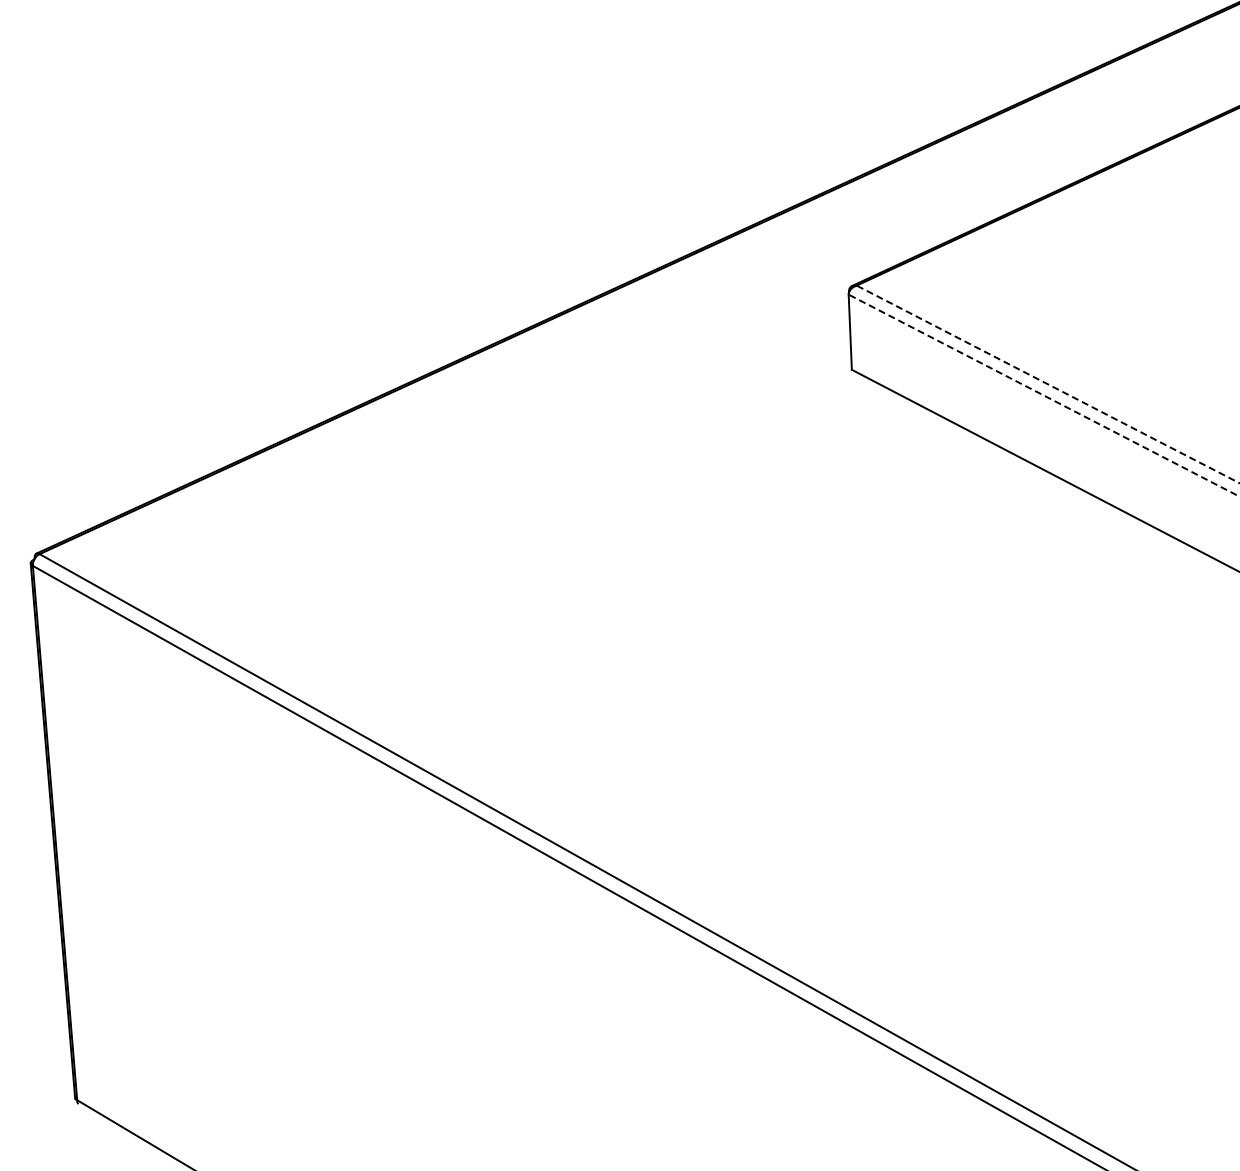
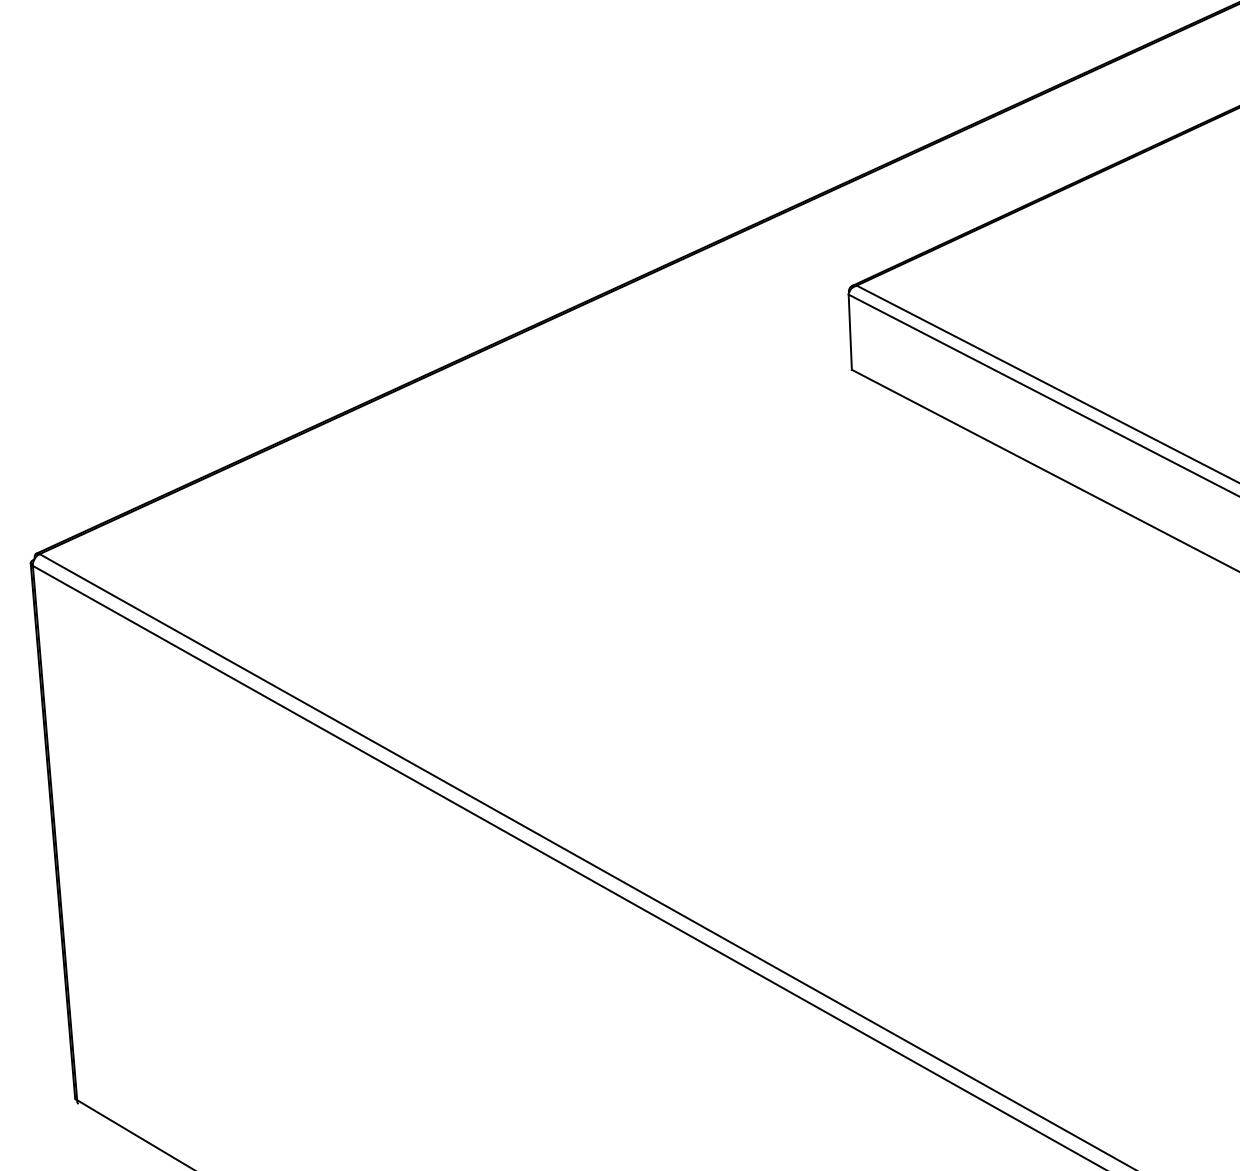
line at (1048, 384): dashed -> solid
line at (1044, 395): dashed -> solid
